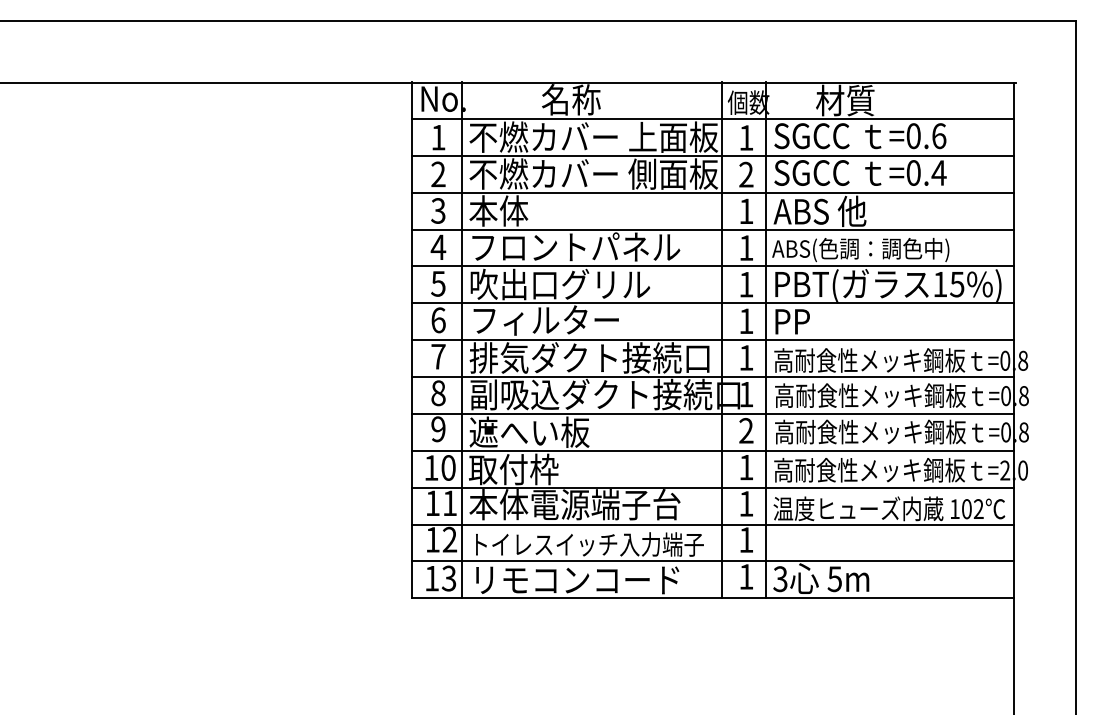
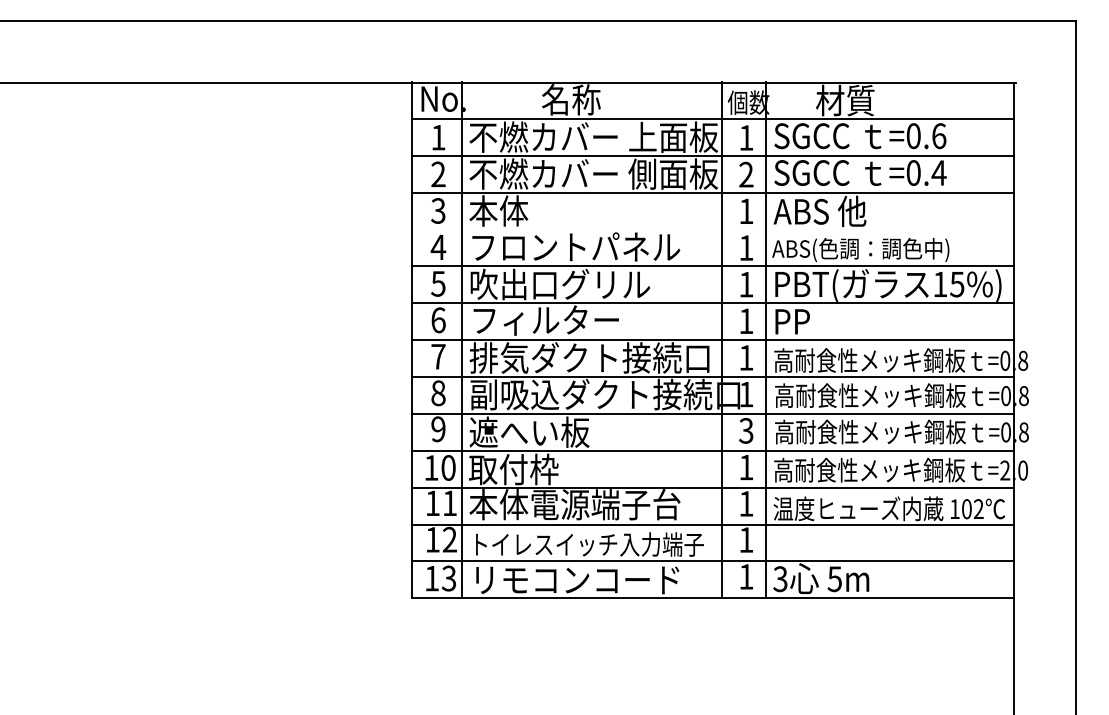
line at (712, 229): present -> none
text at (746, 430): 2 -> 3
